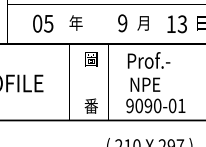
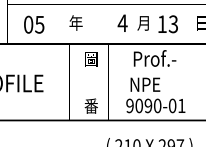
text at (43, 23) position: (43, 23) -> (34, 24)
text at (122, 23): 9 -> 4
text at (176, 24) position: (176, 24) -> (167, 24)
text at (148, 60) position: (148, 60) -> (154, 58)
